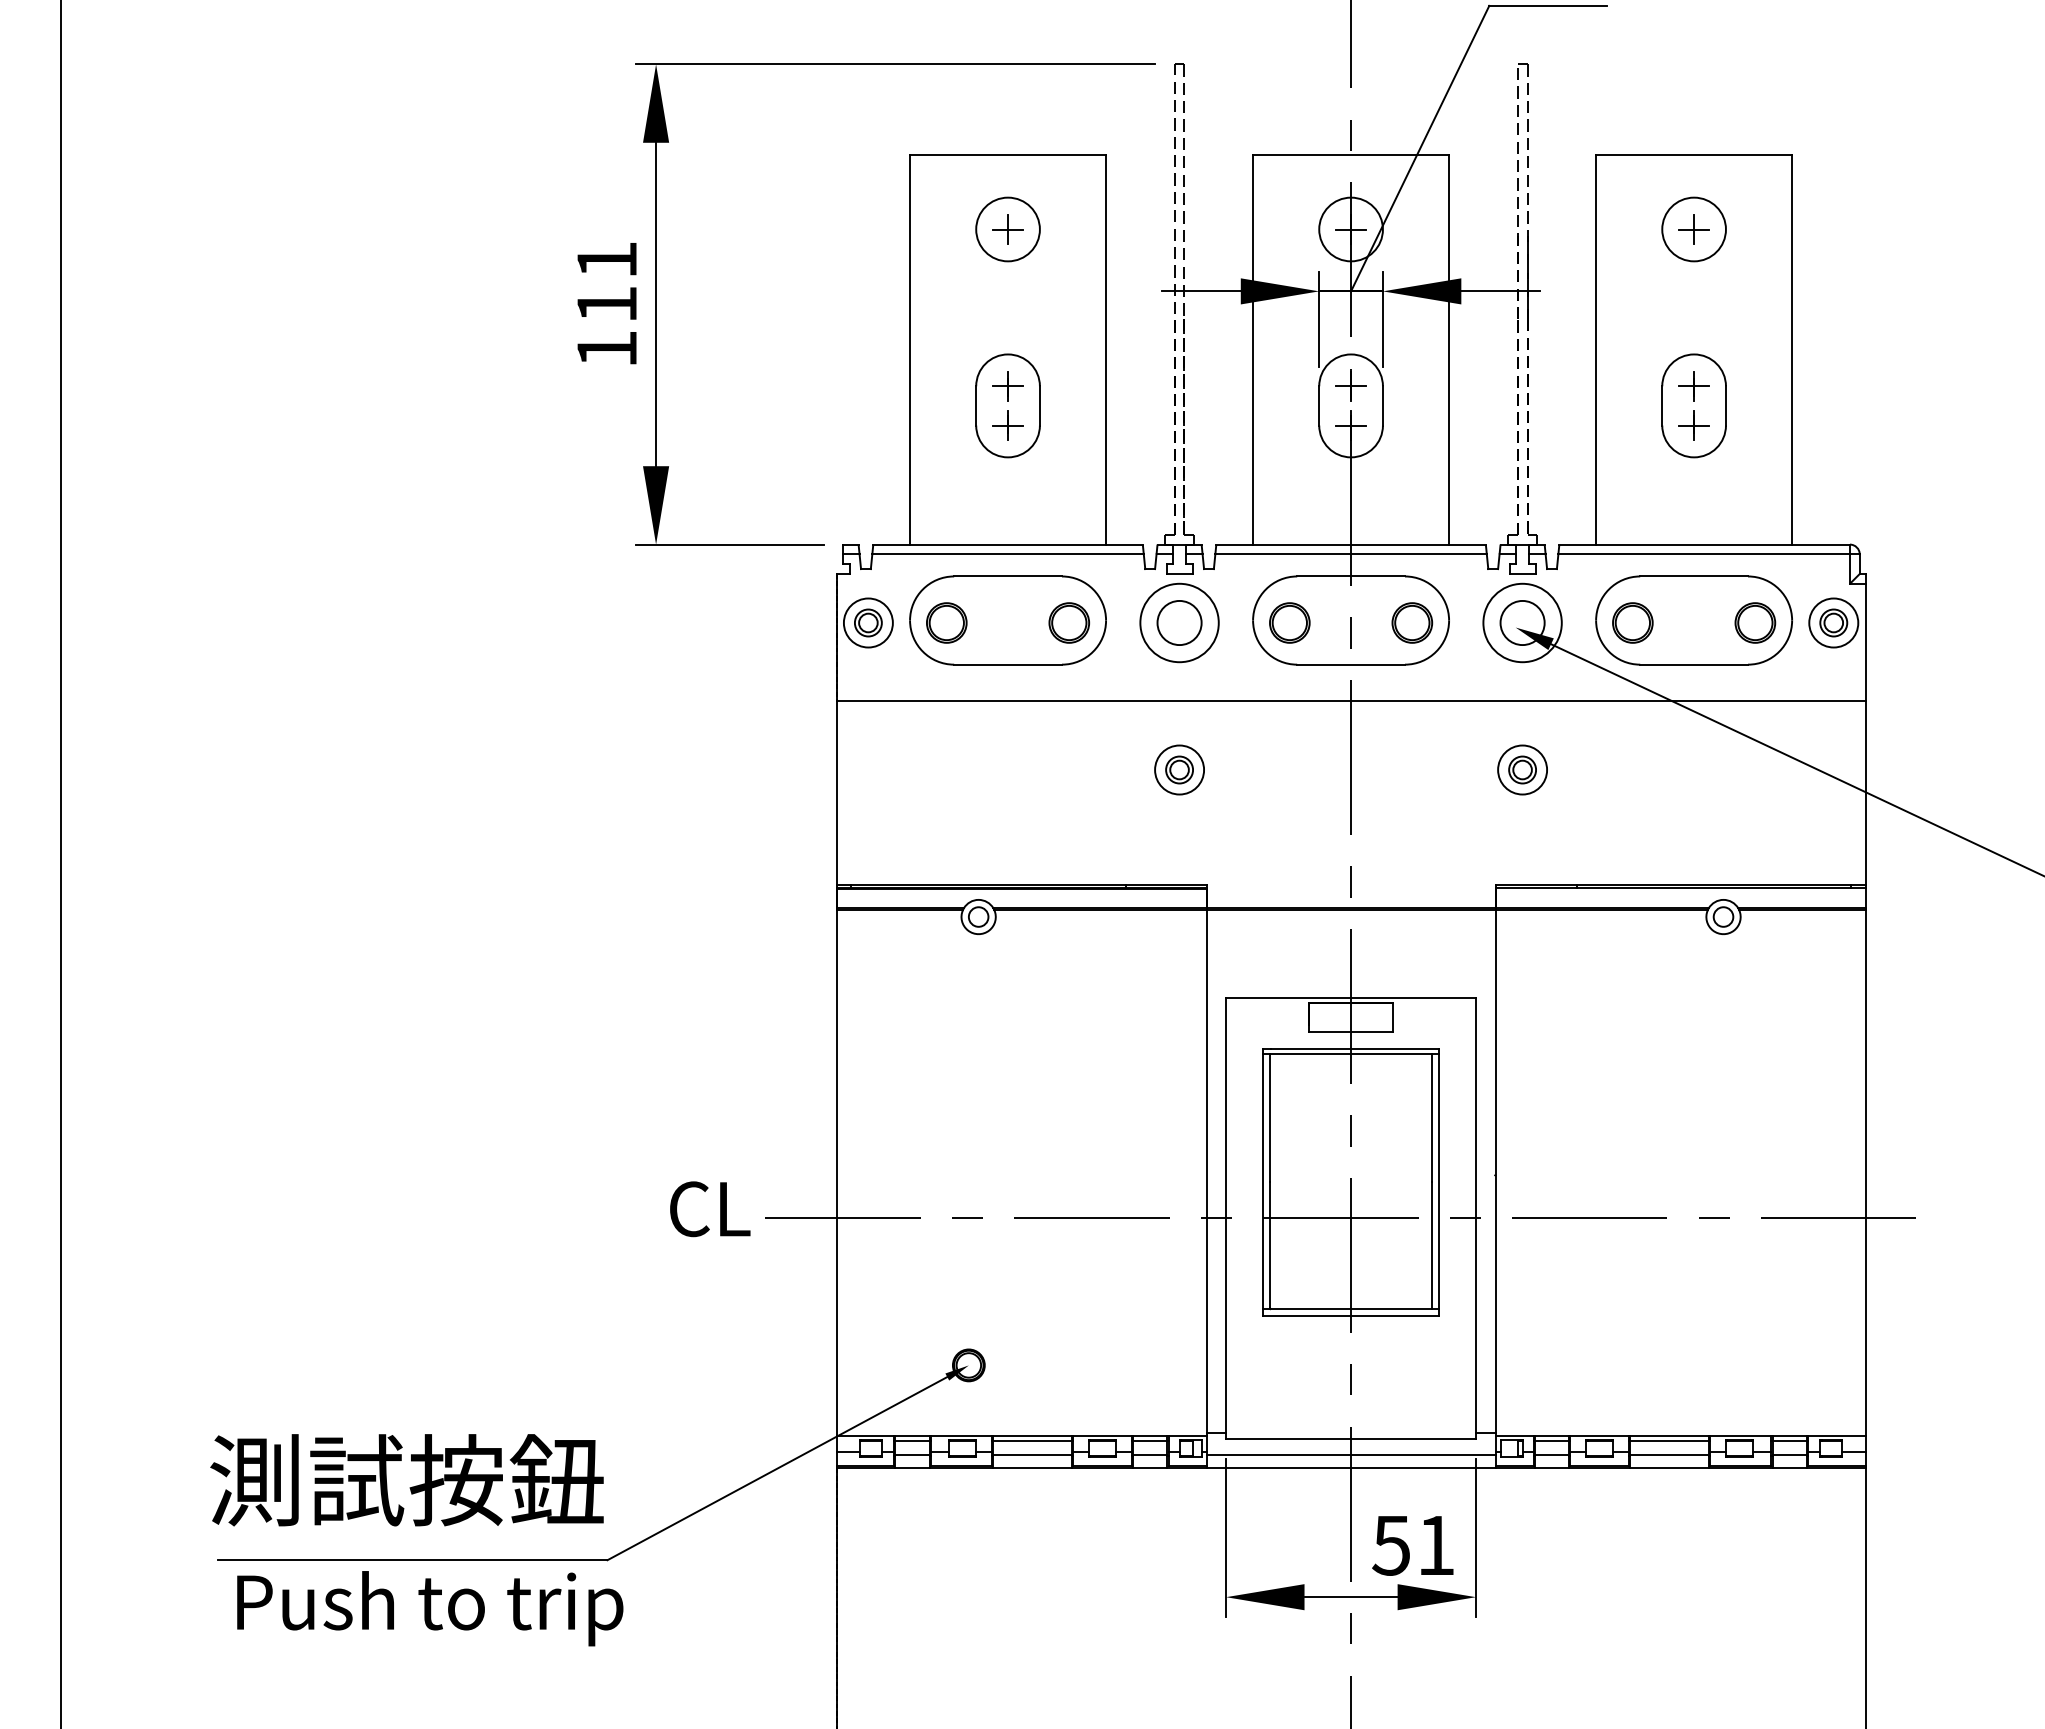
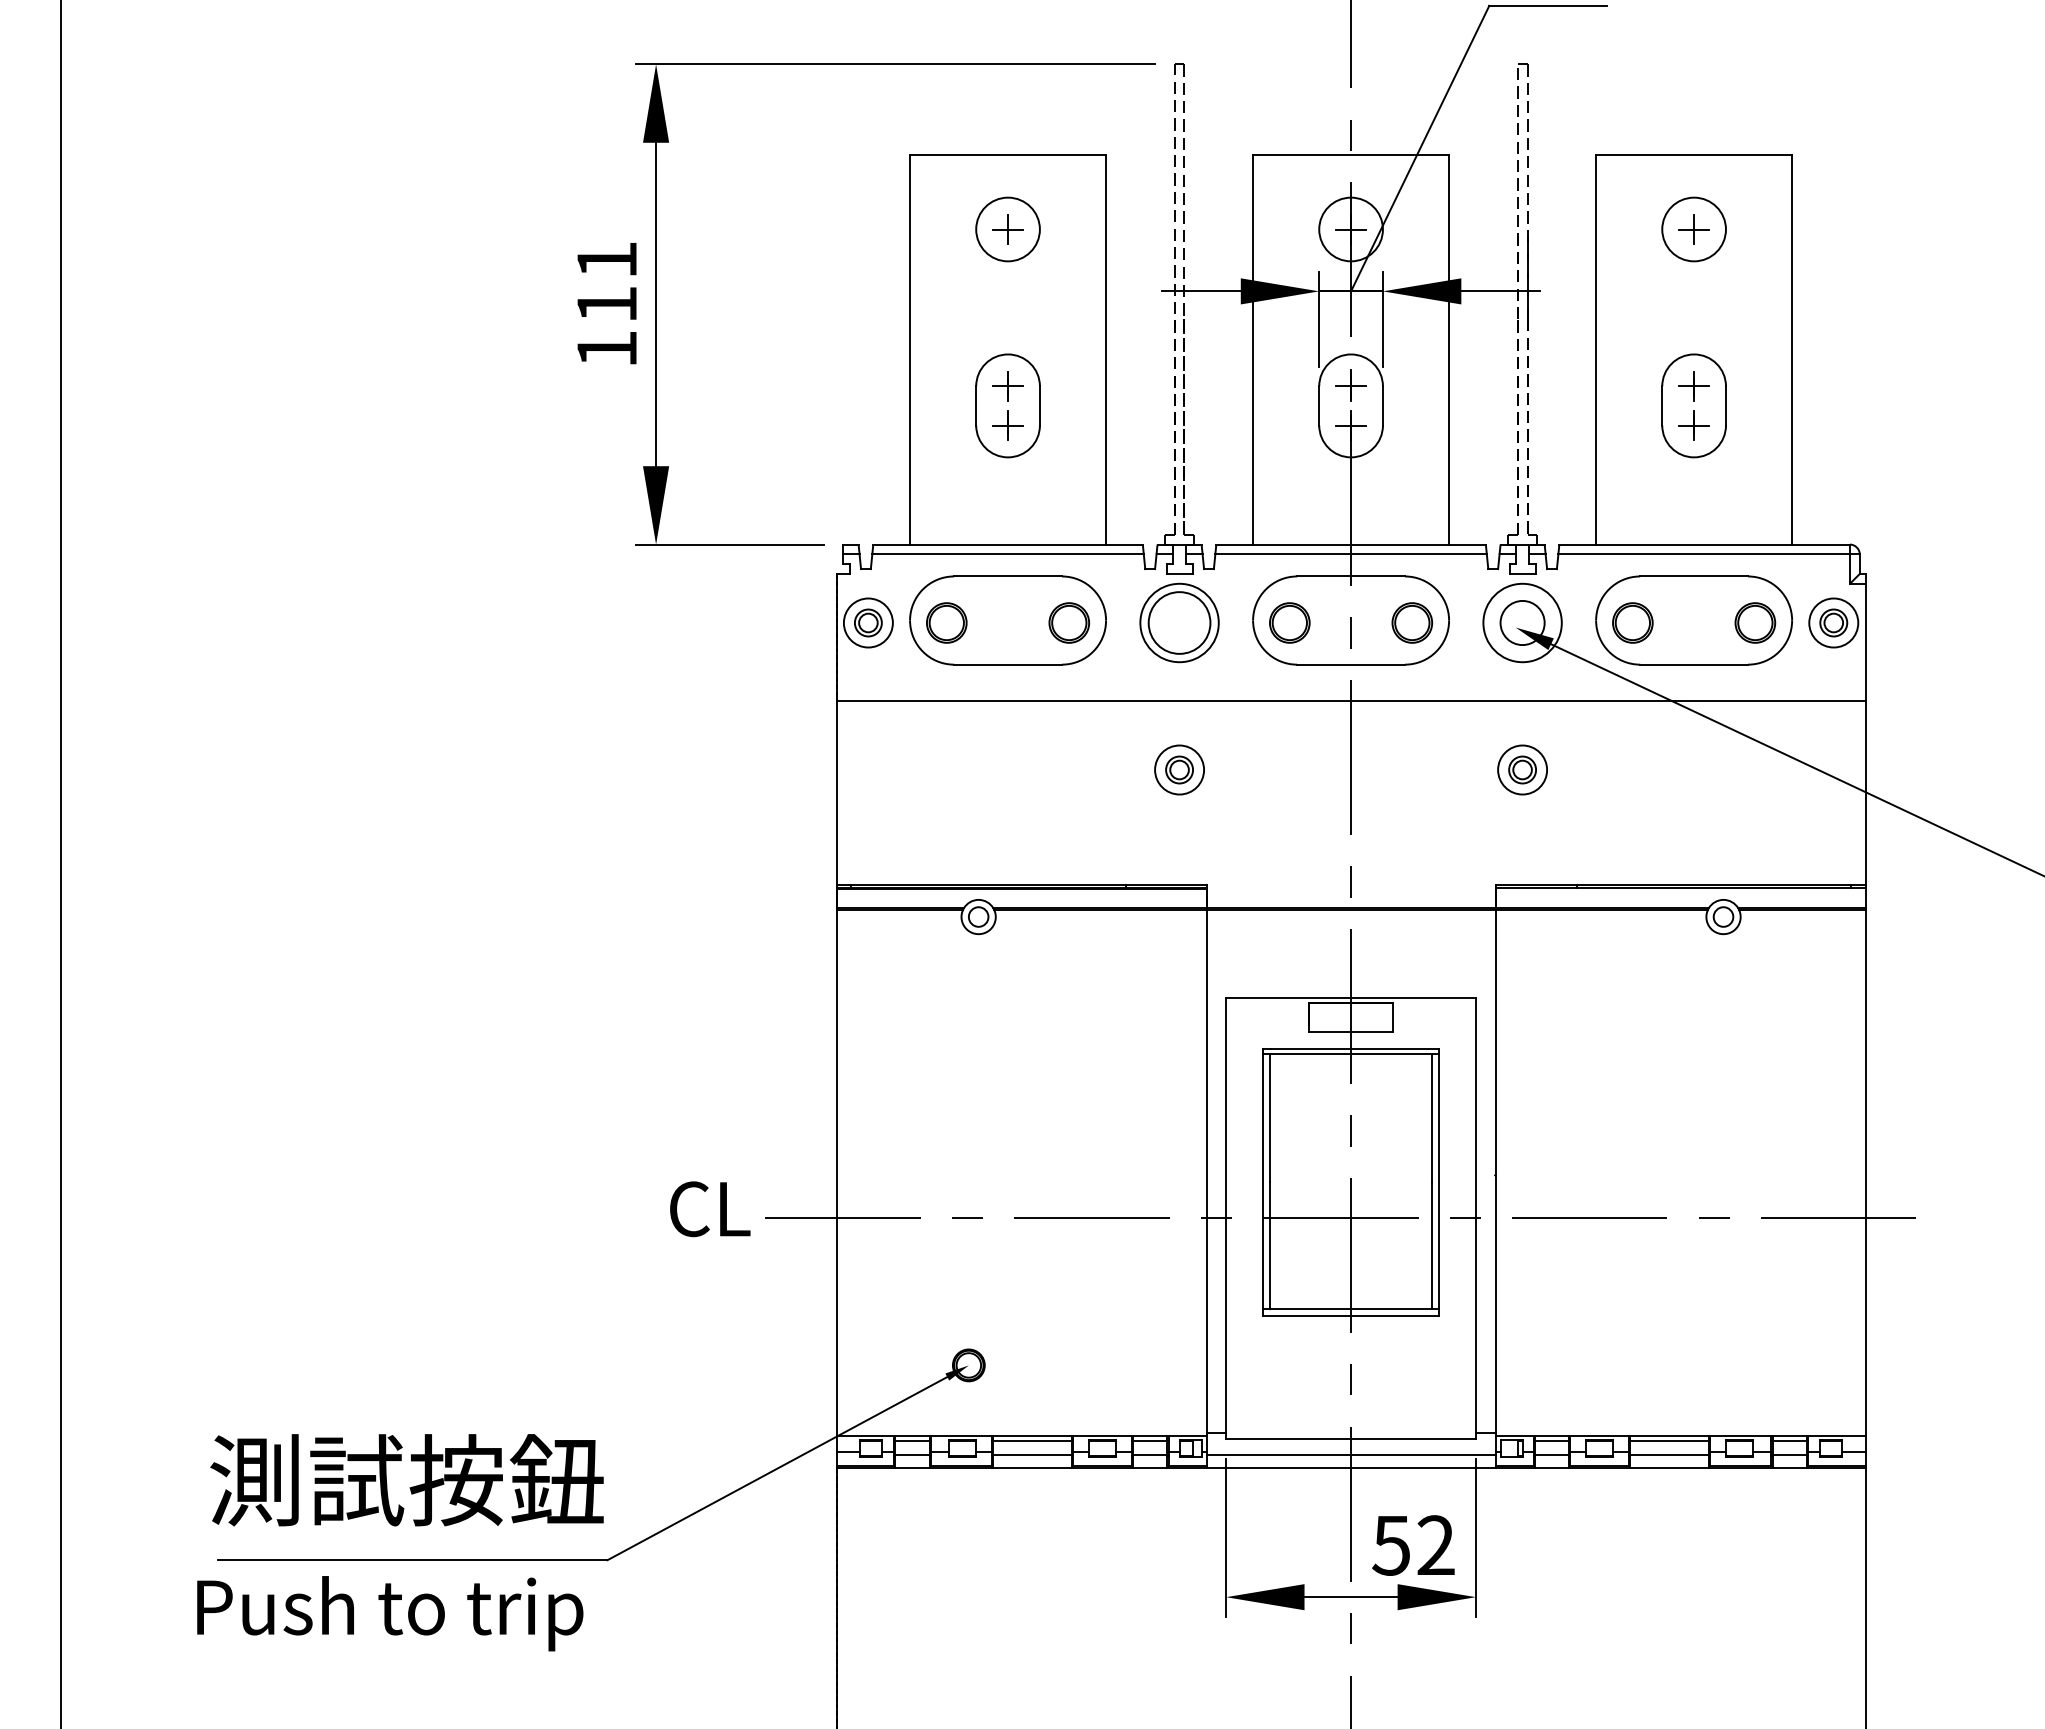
circle at (1179, 622) diameter: 44 px -> 62 px
text at (1435, 1544): 51 -> 52
text at (430, 1608) position: (430, 1608) -> (390, 1613)
